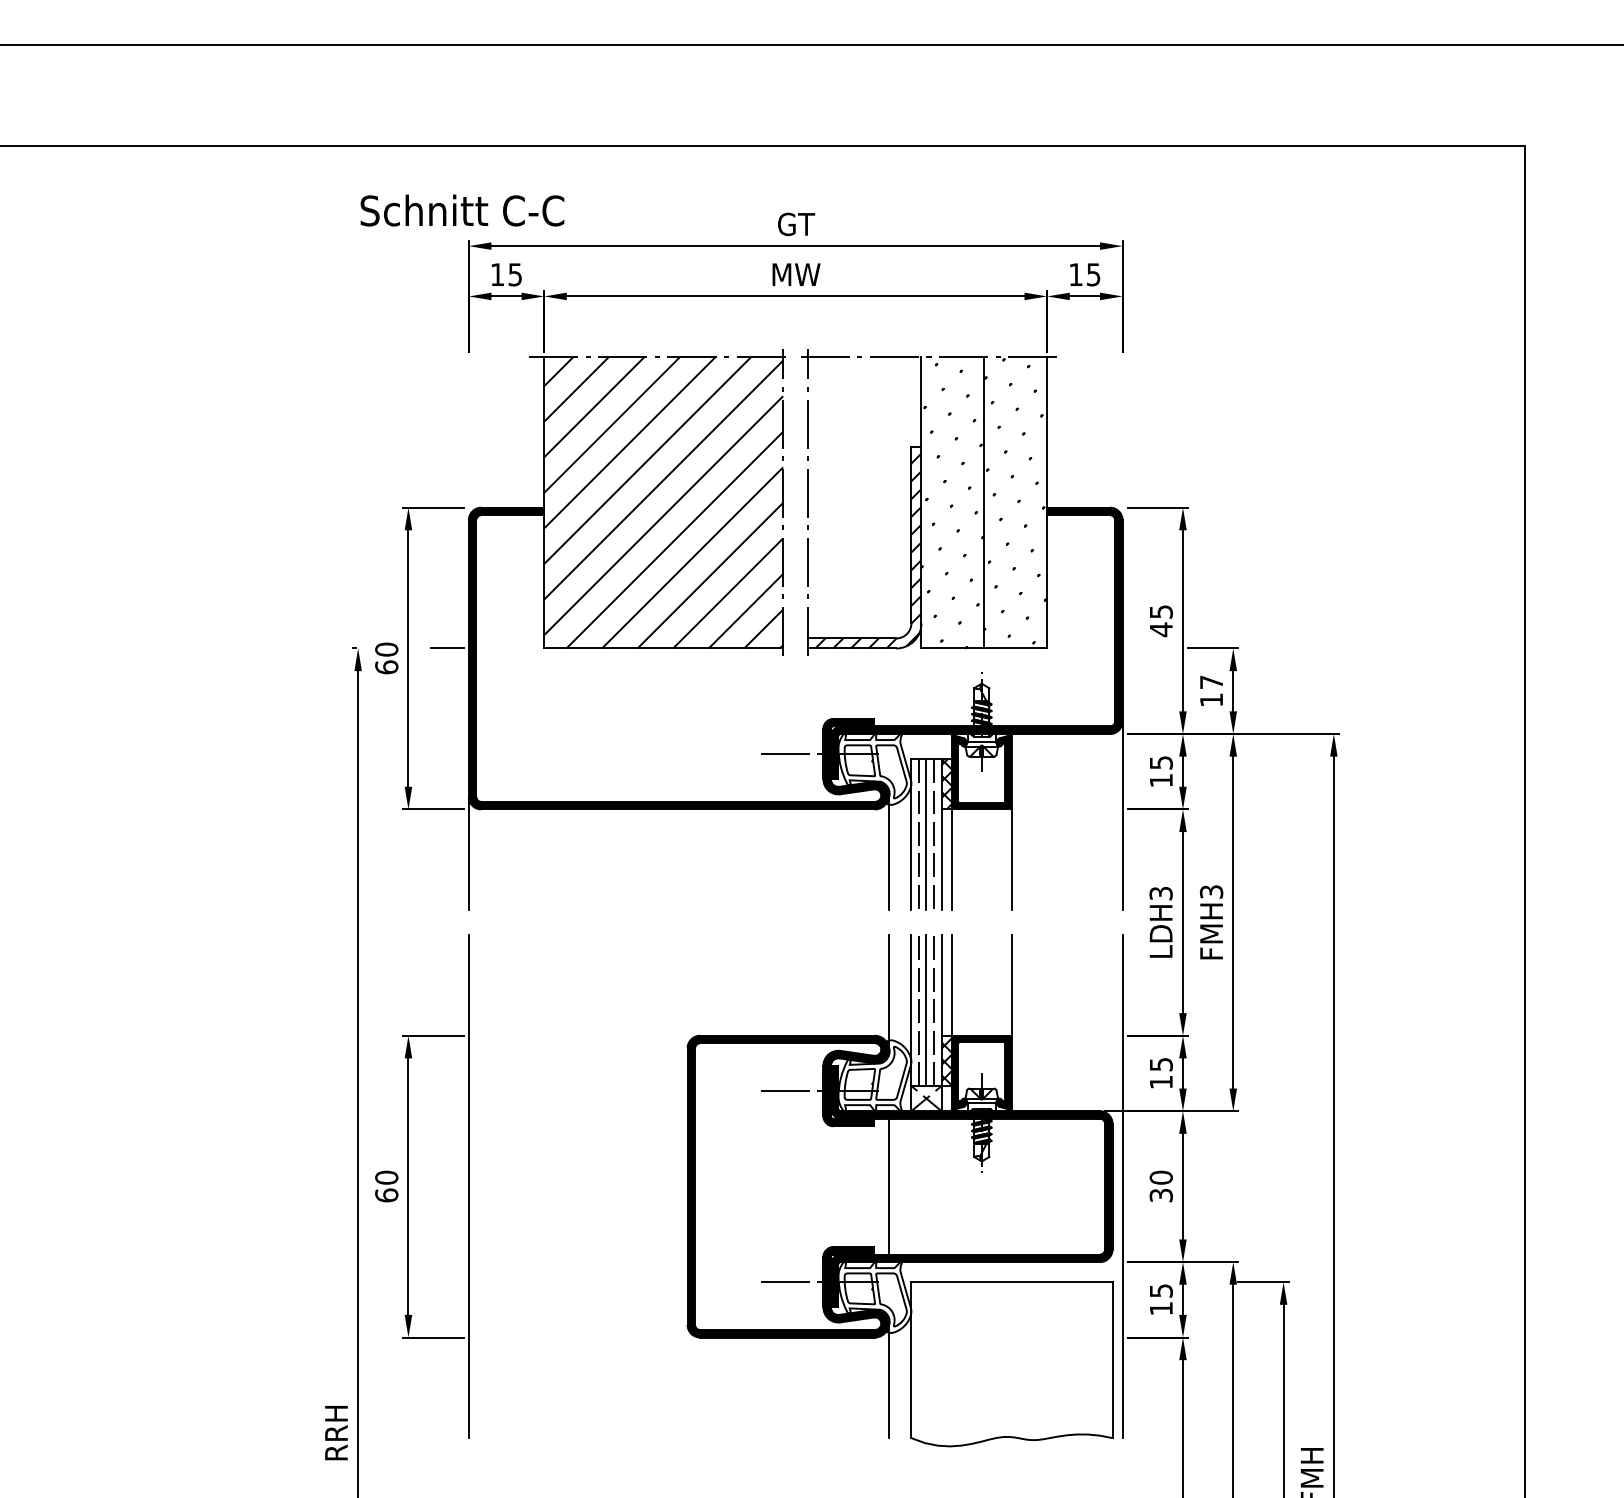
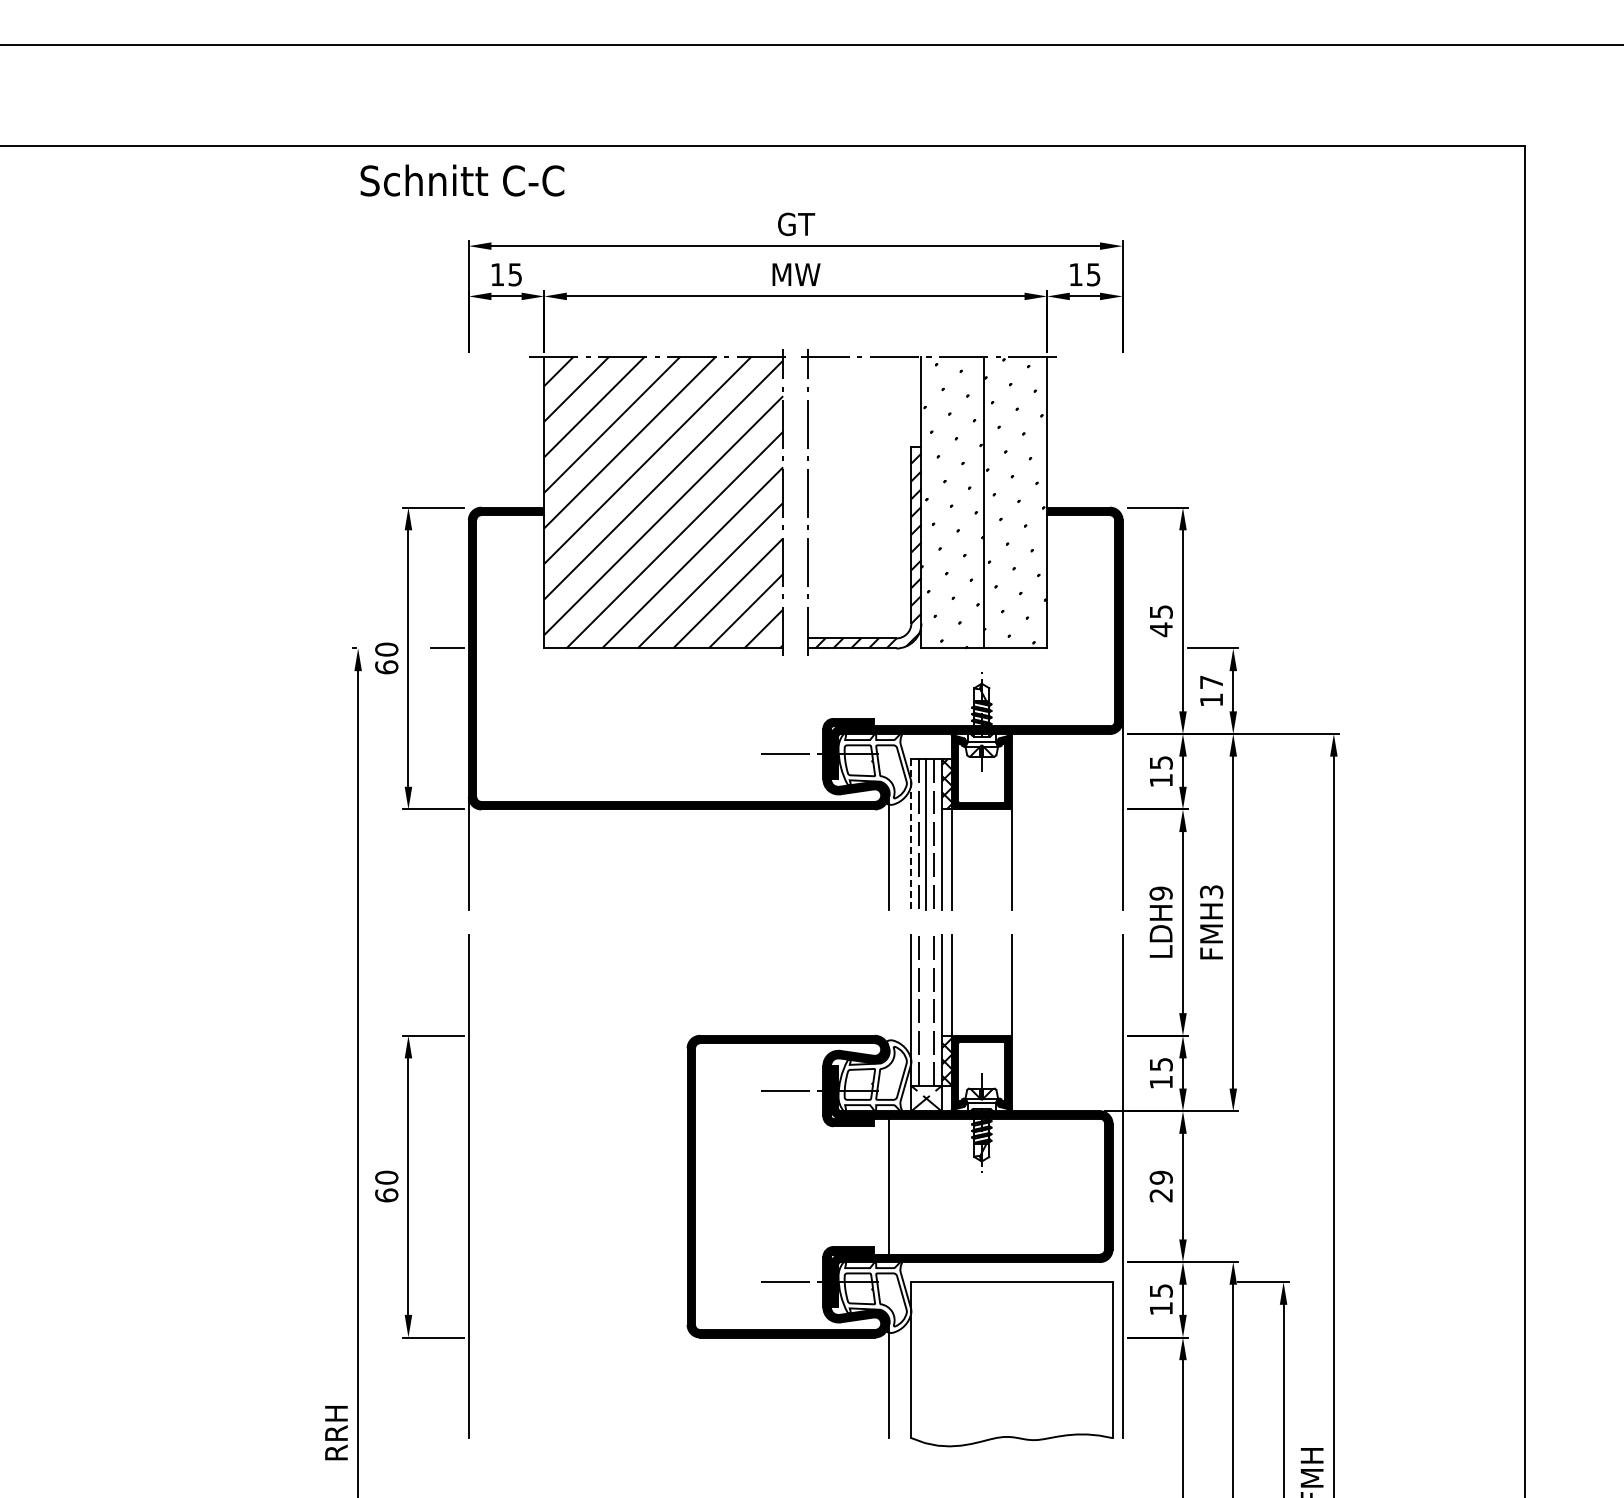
text at (462, 210) position: (462, 210) -> (462, 180)
line at (911, 835): solid -> dashed
text at (1160, 893): LDH3 -> LDH9
line at (888, 992): present -> none
line at (926, 1010): present -> none
text at (1160, 1186): 30 -> 29
